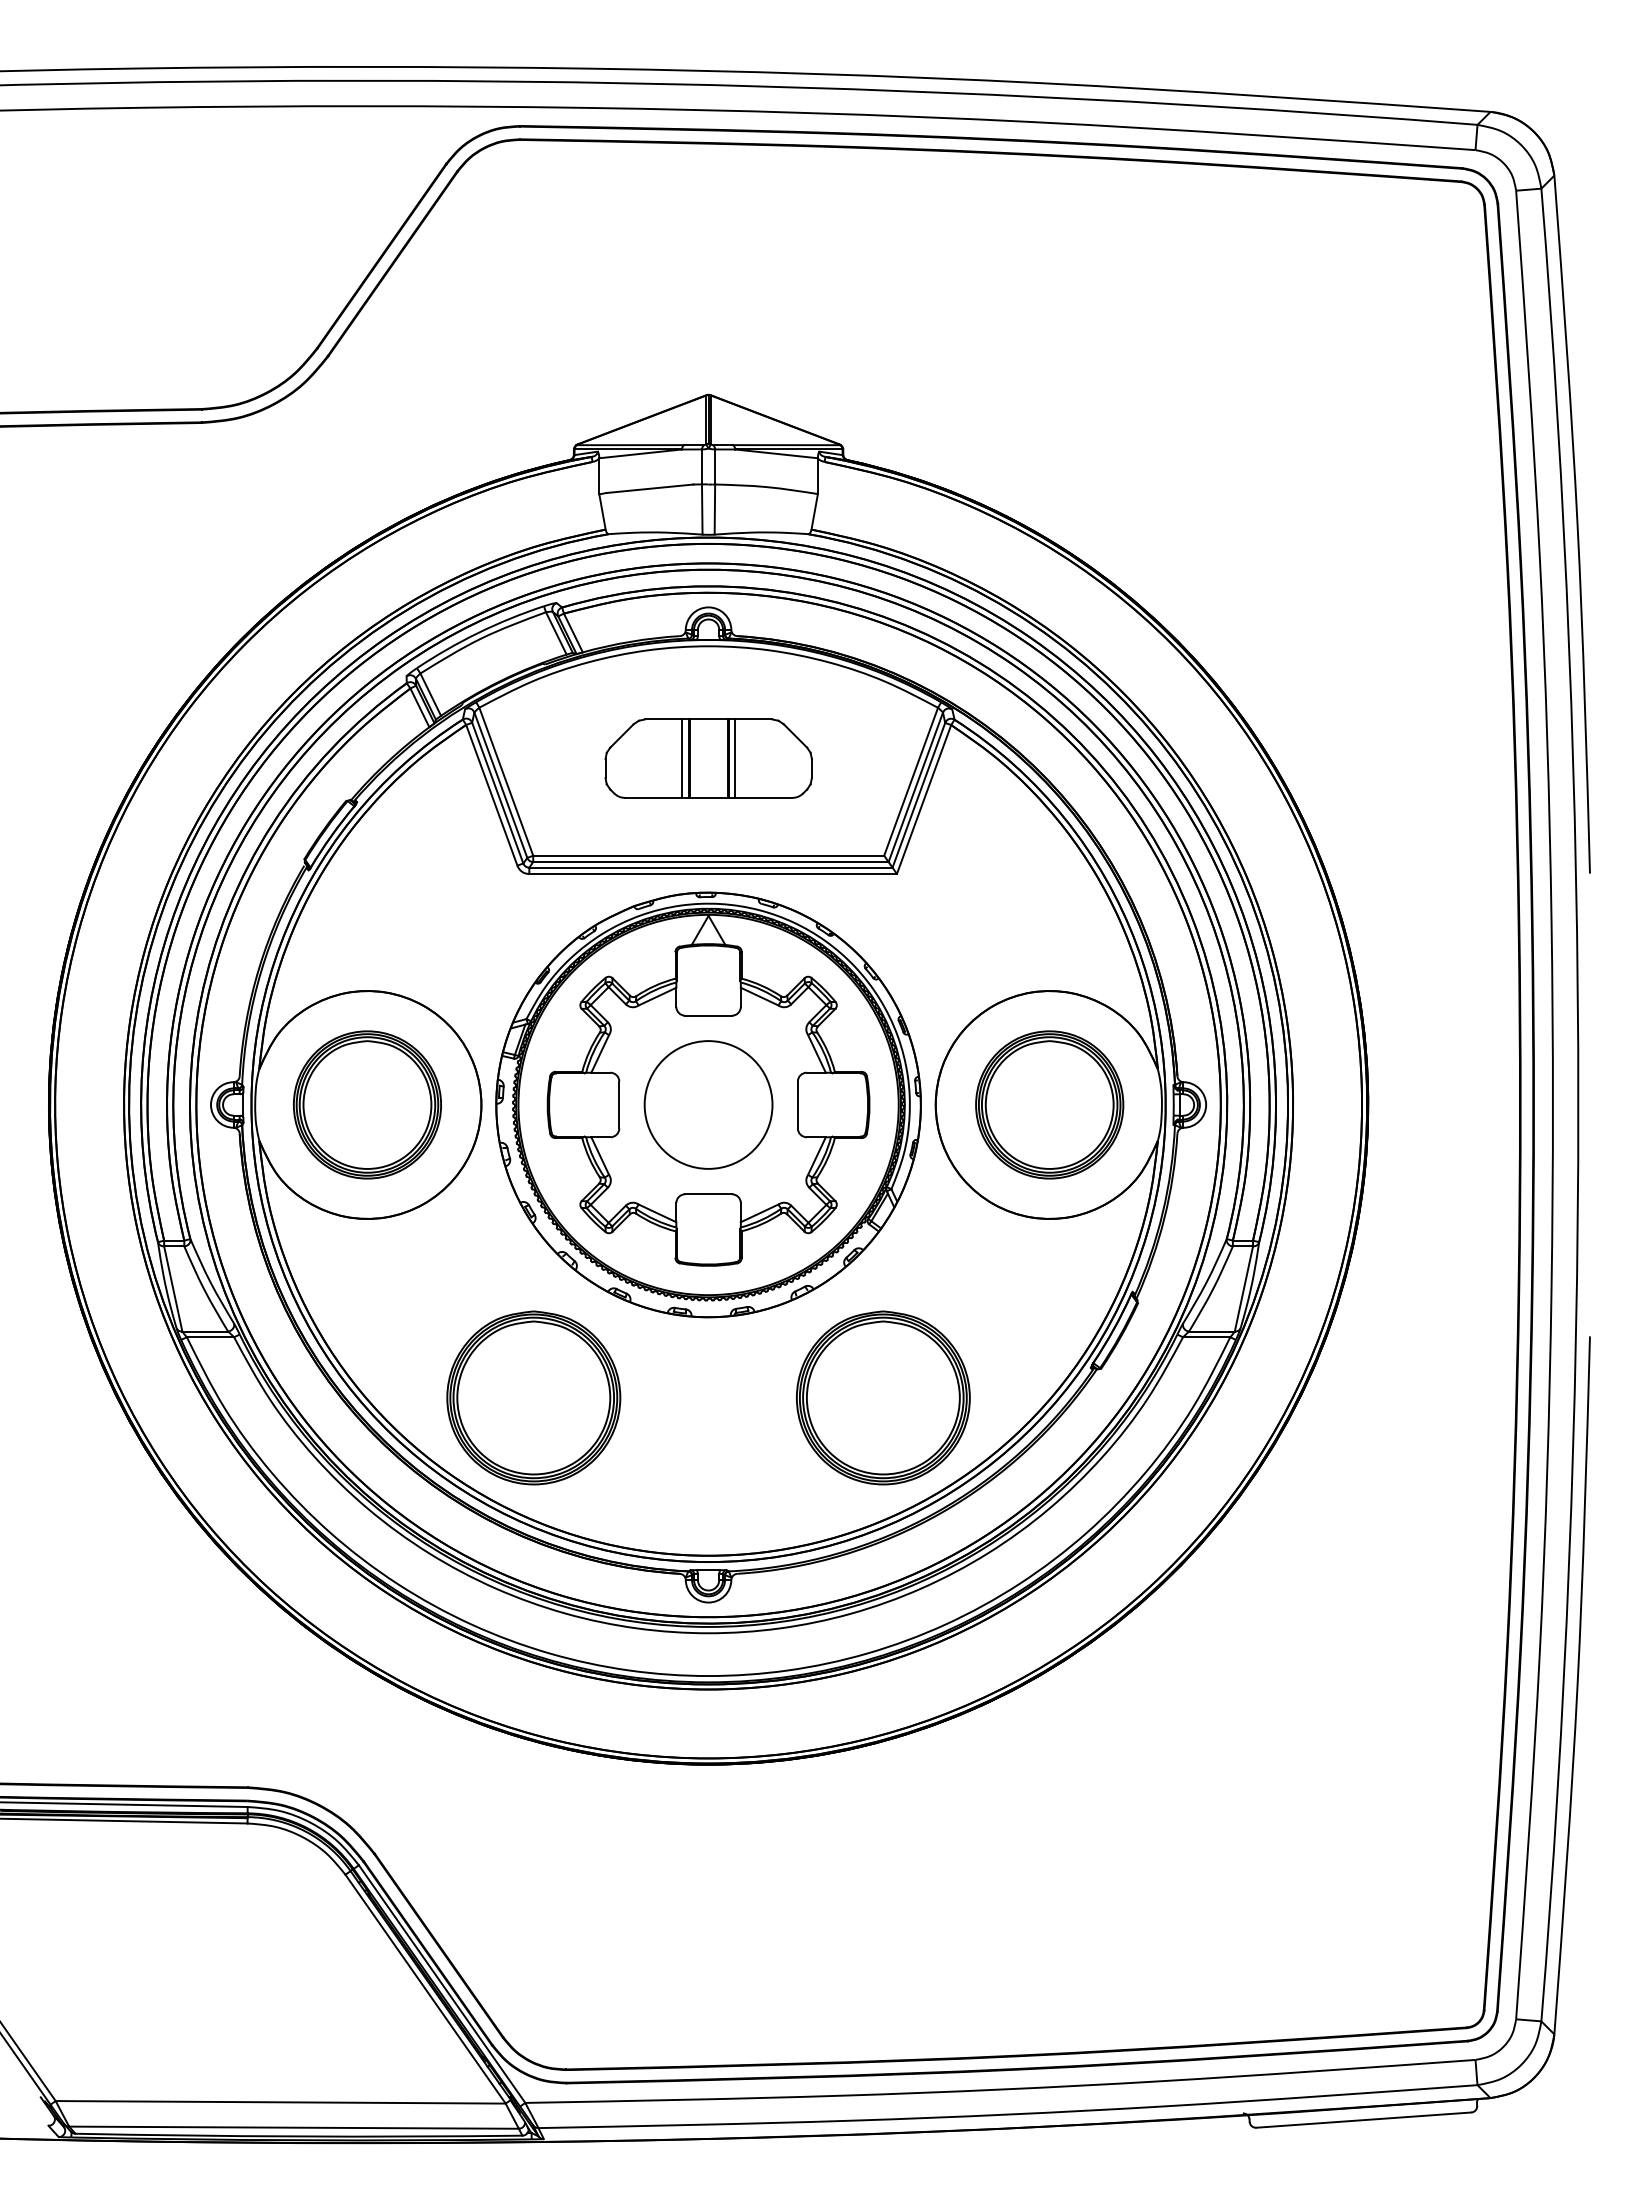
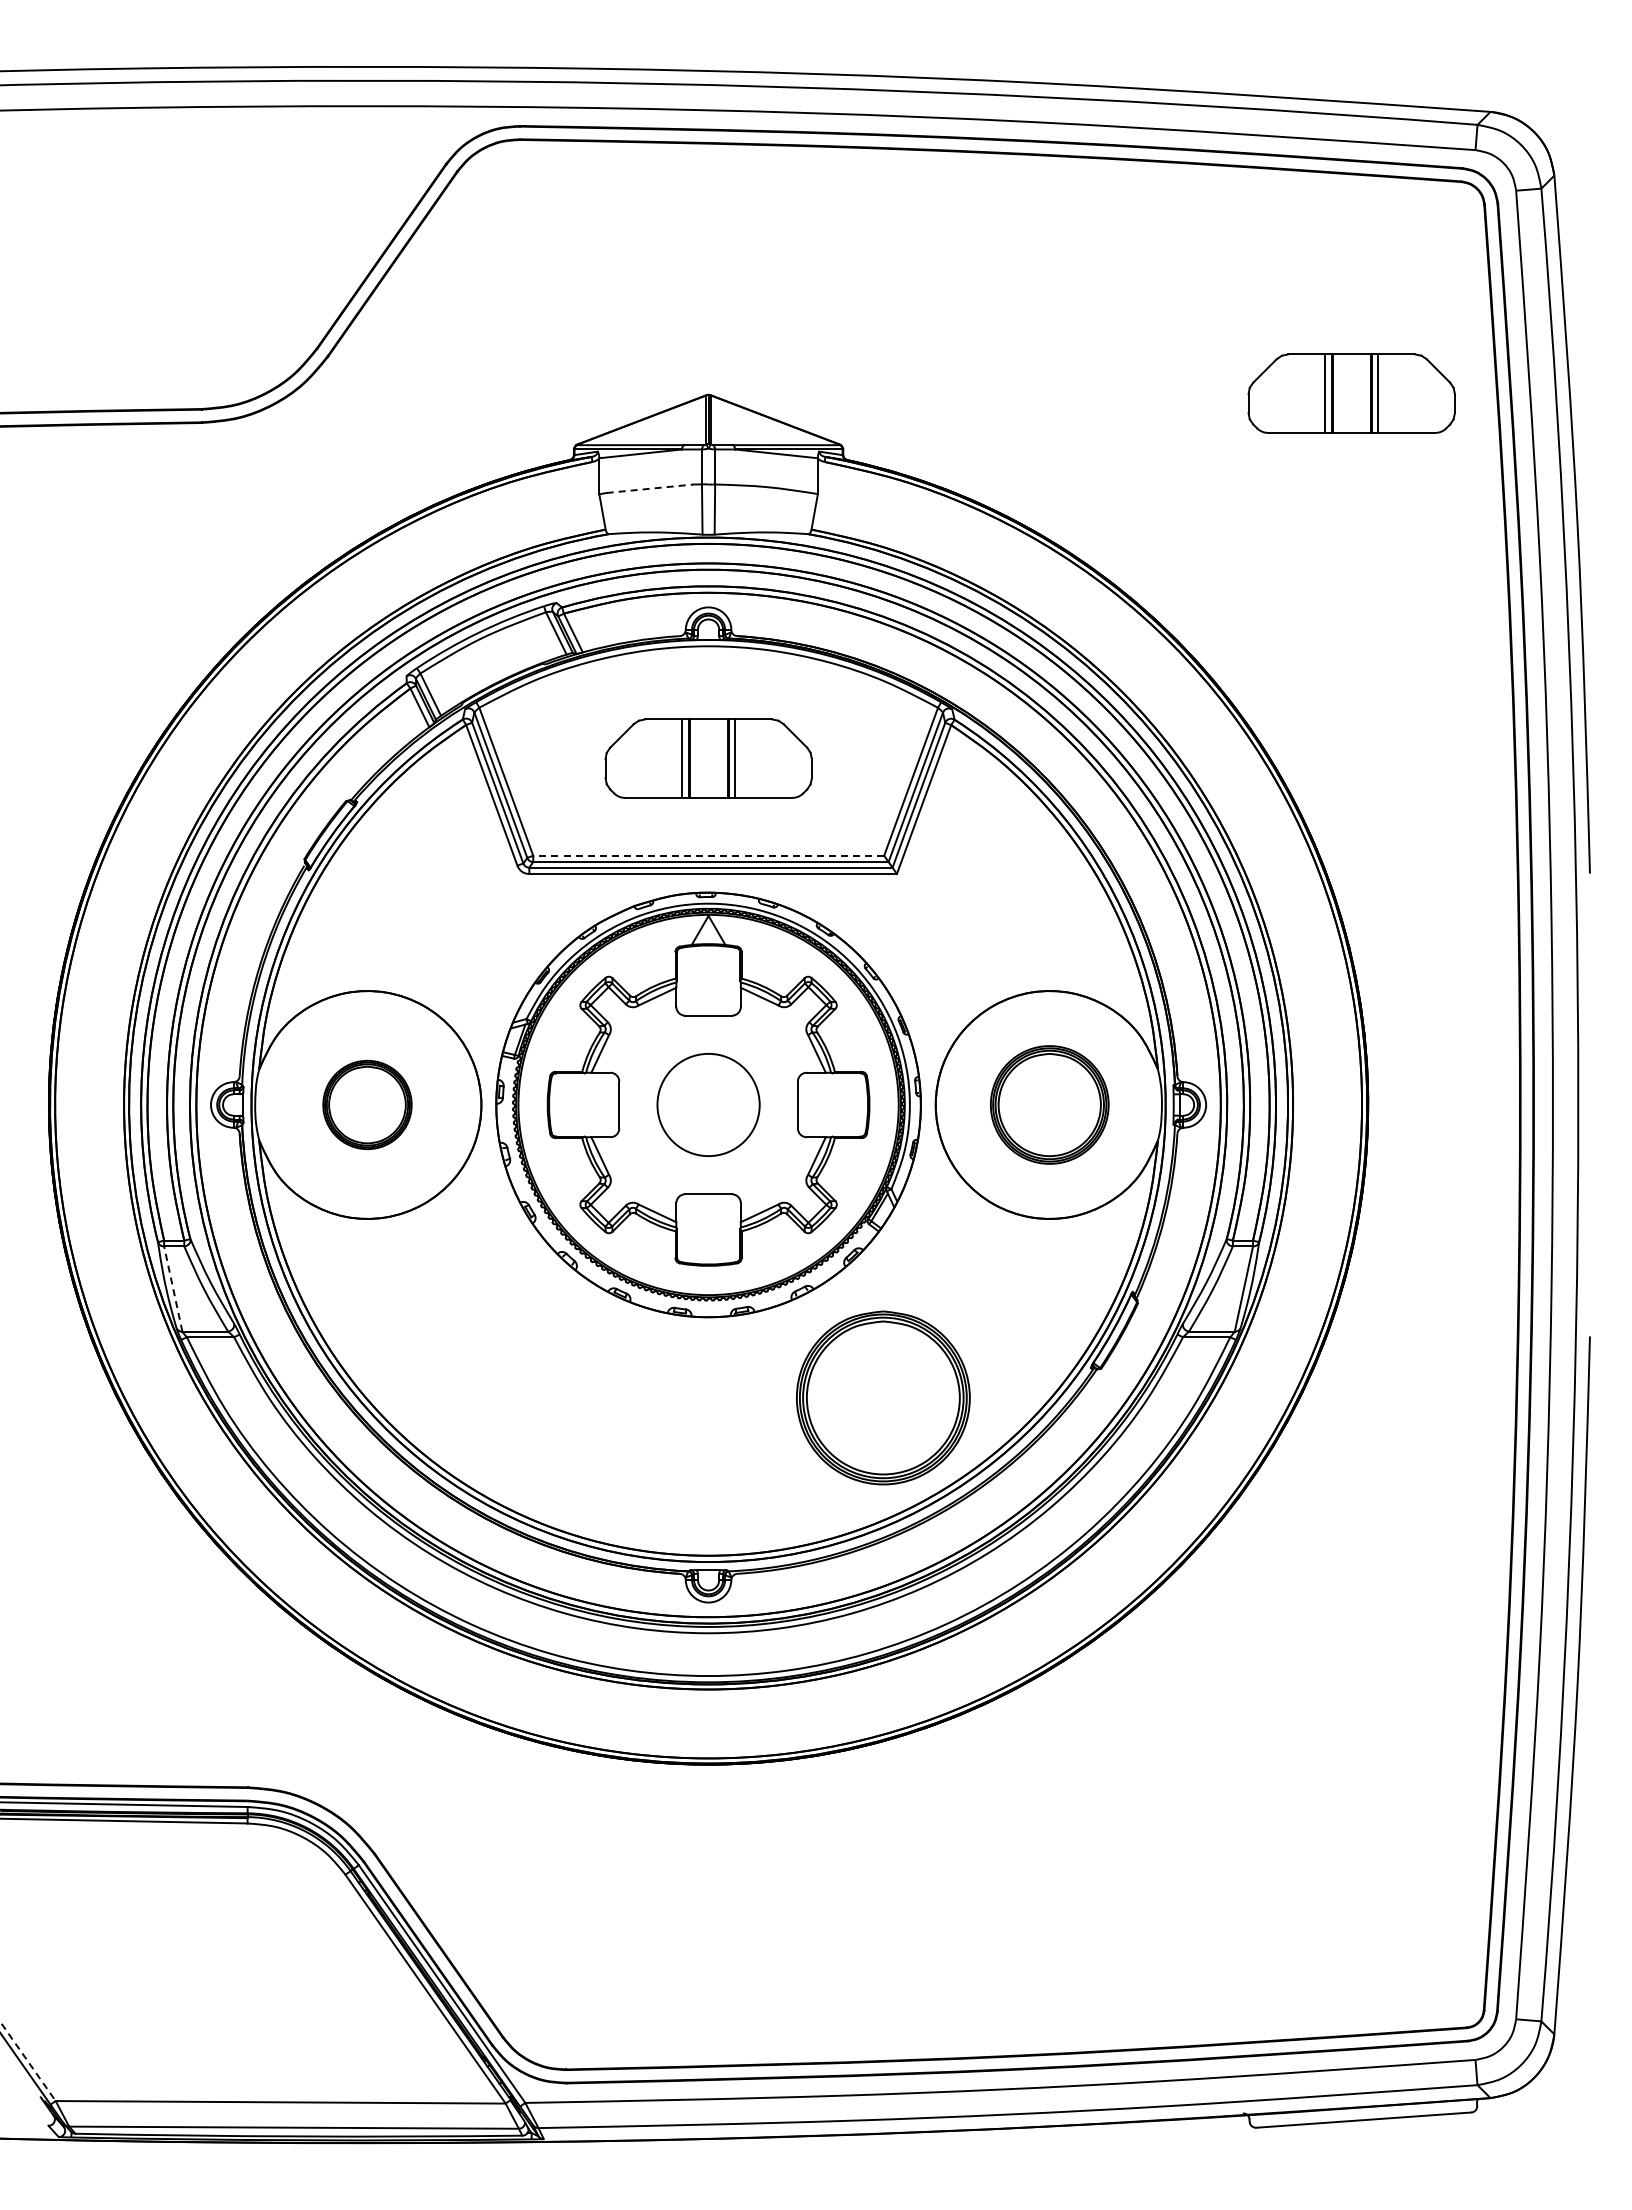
part at (1351, 393): none -> present
line at (650, 488): solid -> dashed
line at (708, 855): solid -> dashed
part at (367, 1104) size: 149x150 px -> 91x92 px
circle at (708, 1104) diameter: 128 px -> 102 px
part at (1049, 1104) size: 150x150 px -> 120x120 px
line at (173, 1288): solid -> dashed
part at (533, 1397): present -> none
line at (28, 2061): solid -> dashed
